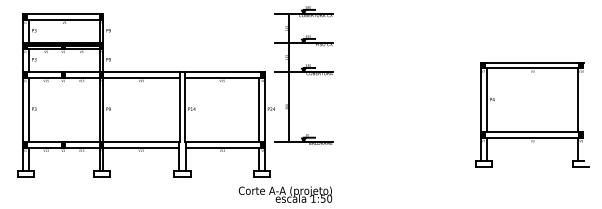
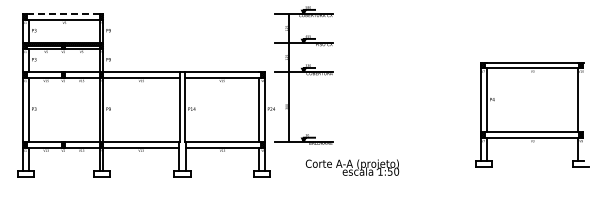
line at (64, 13): solid -> dashed
text at (285, 194) position: (285, 194) -> (352, 167)
